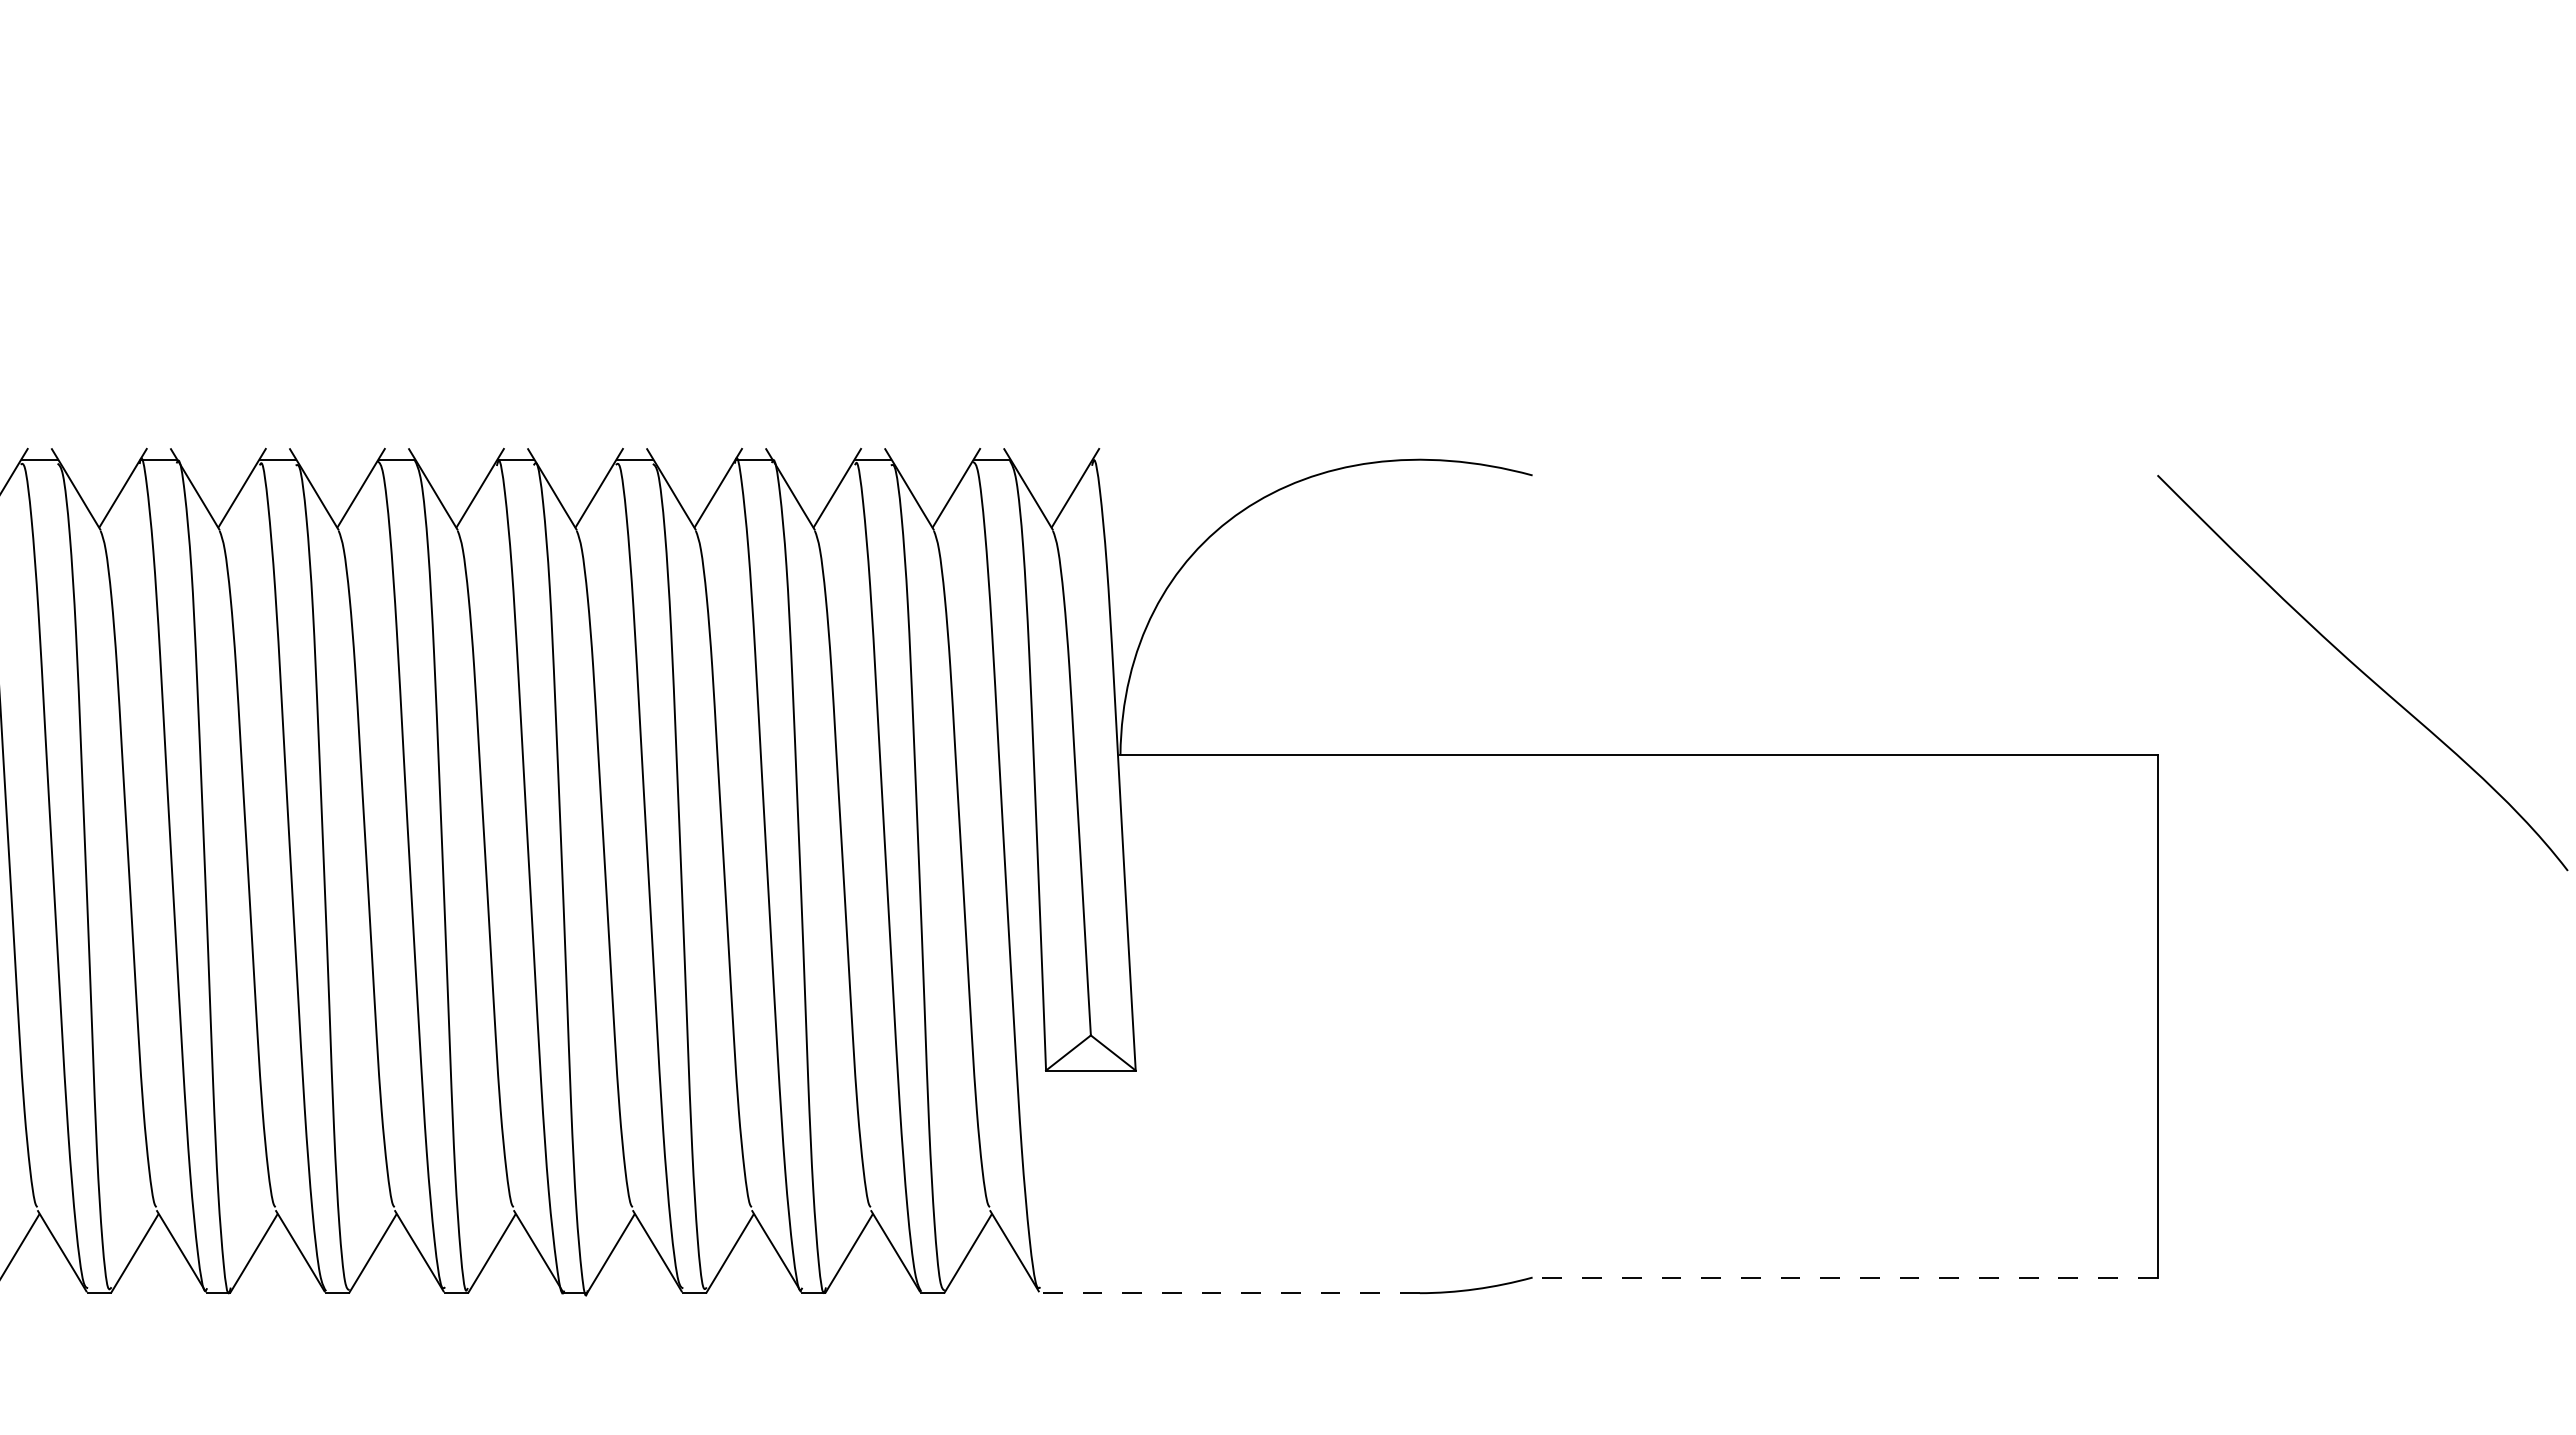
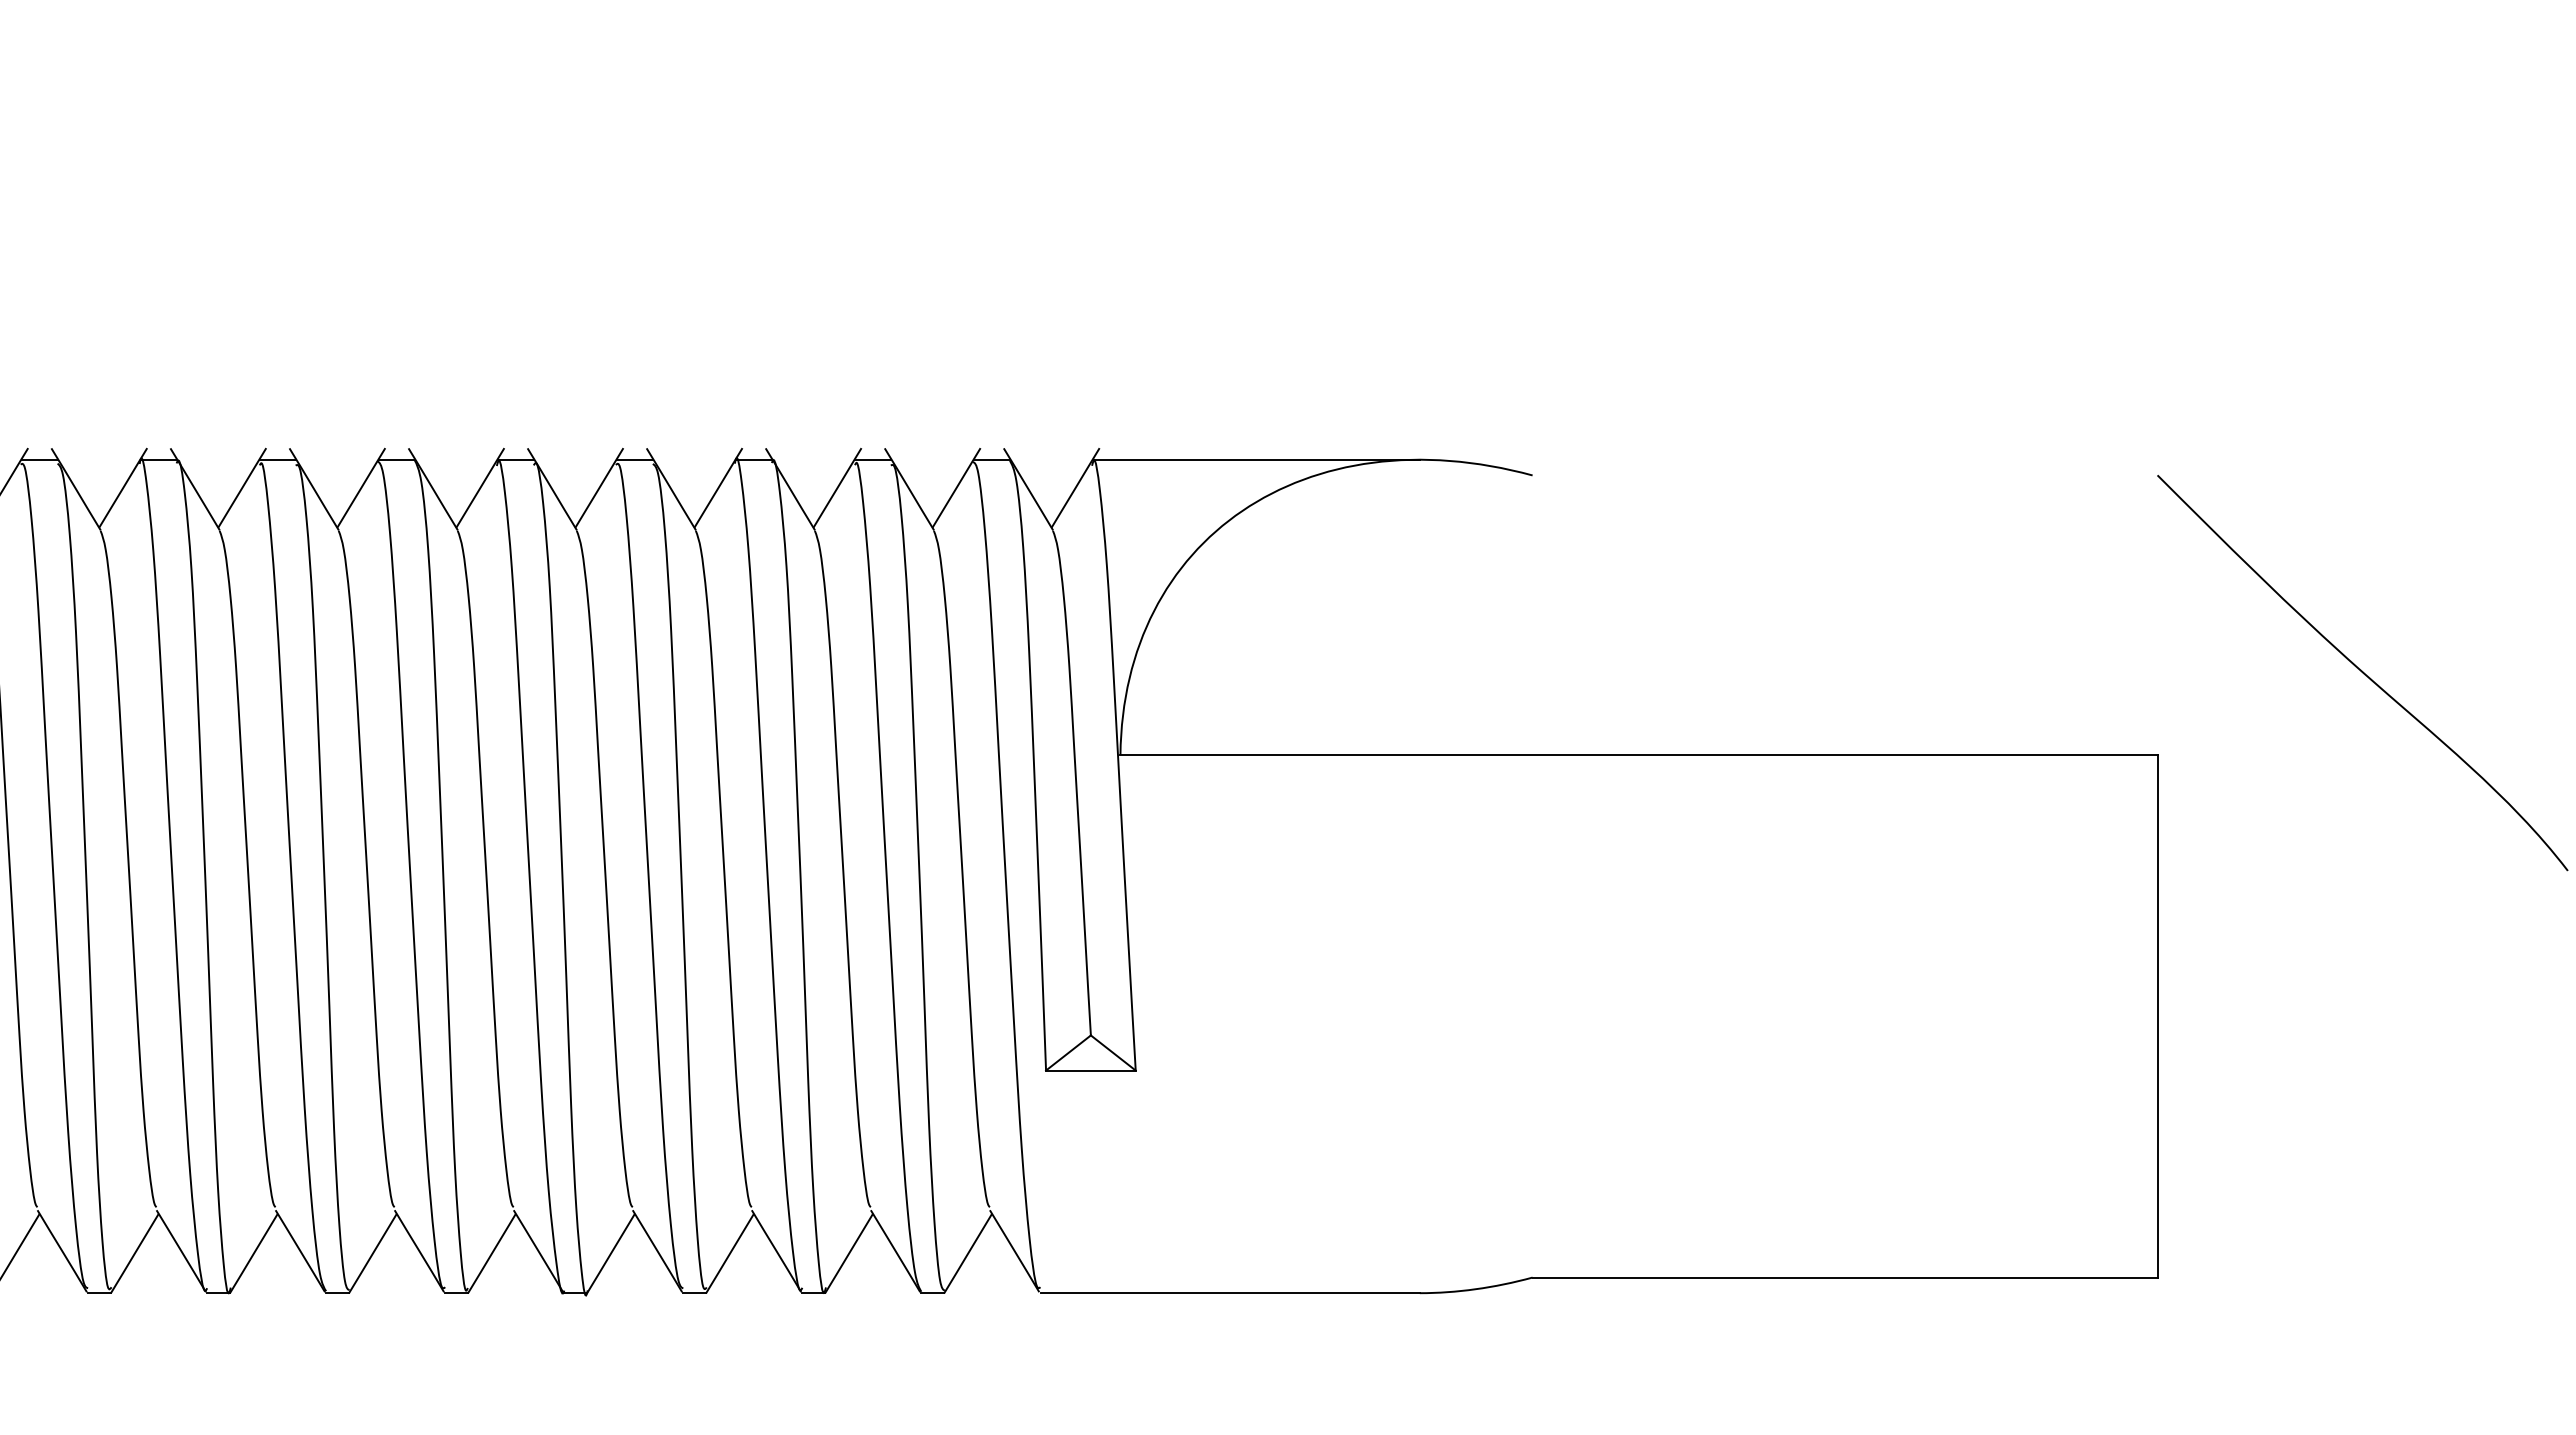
line at (1256, 459): none -> present
line at (1844, 1277): dashed -> solid
line at (1230, 1293): dashed -> solid
